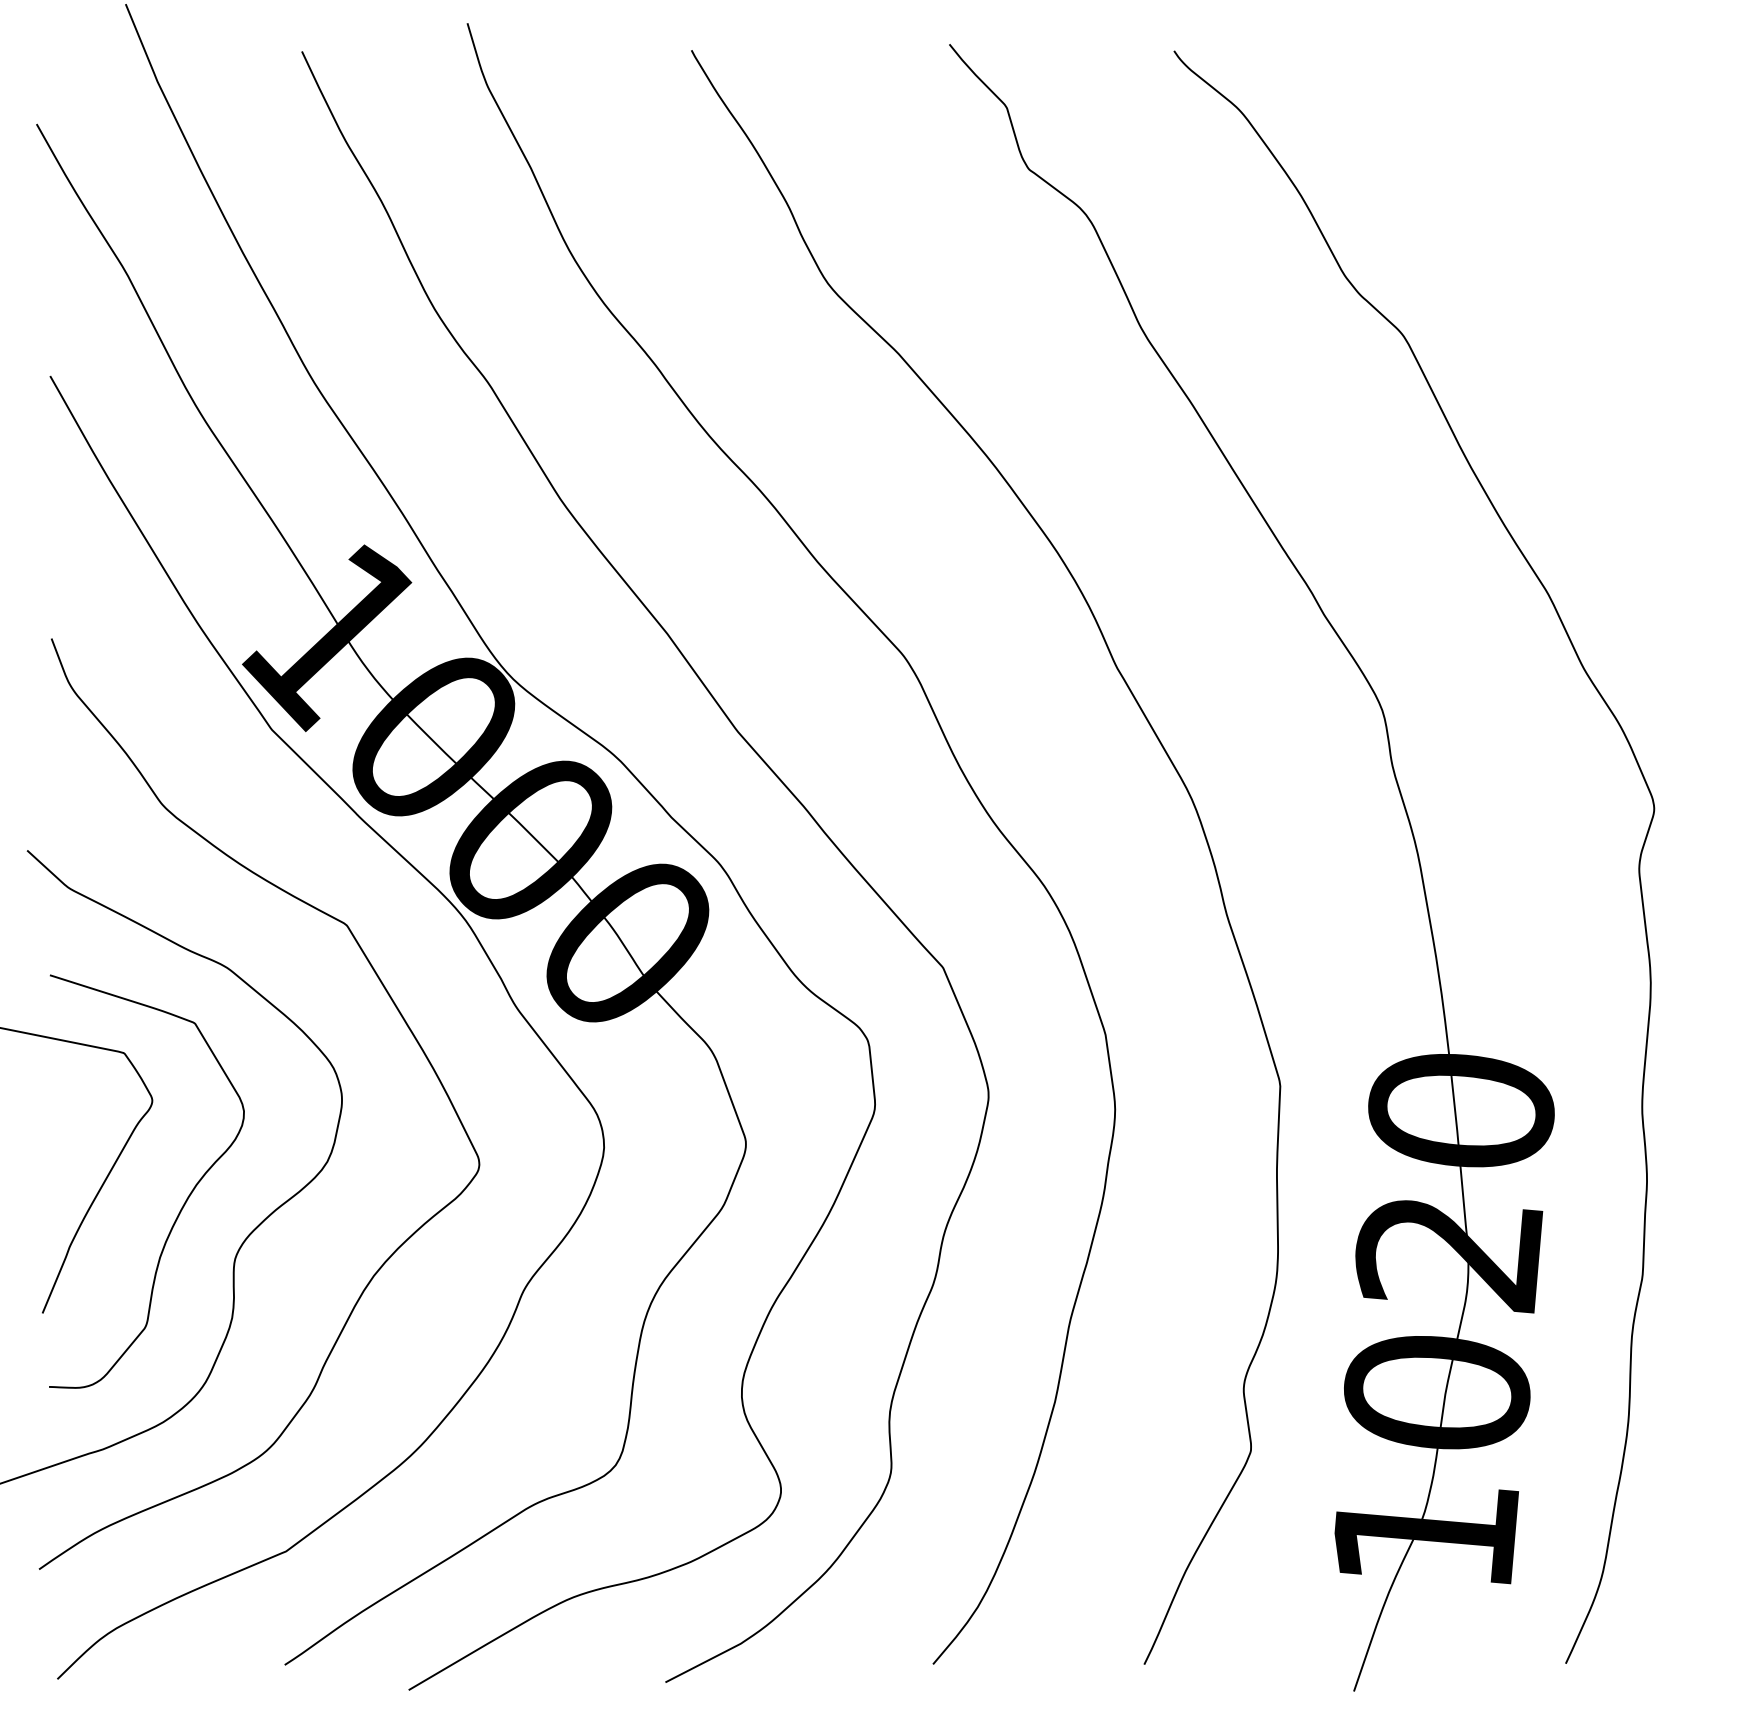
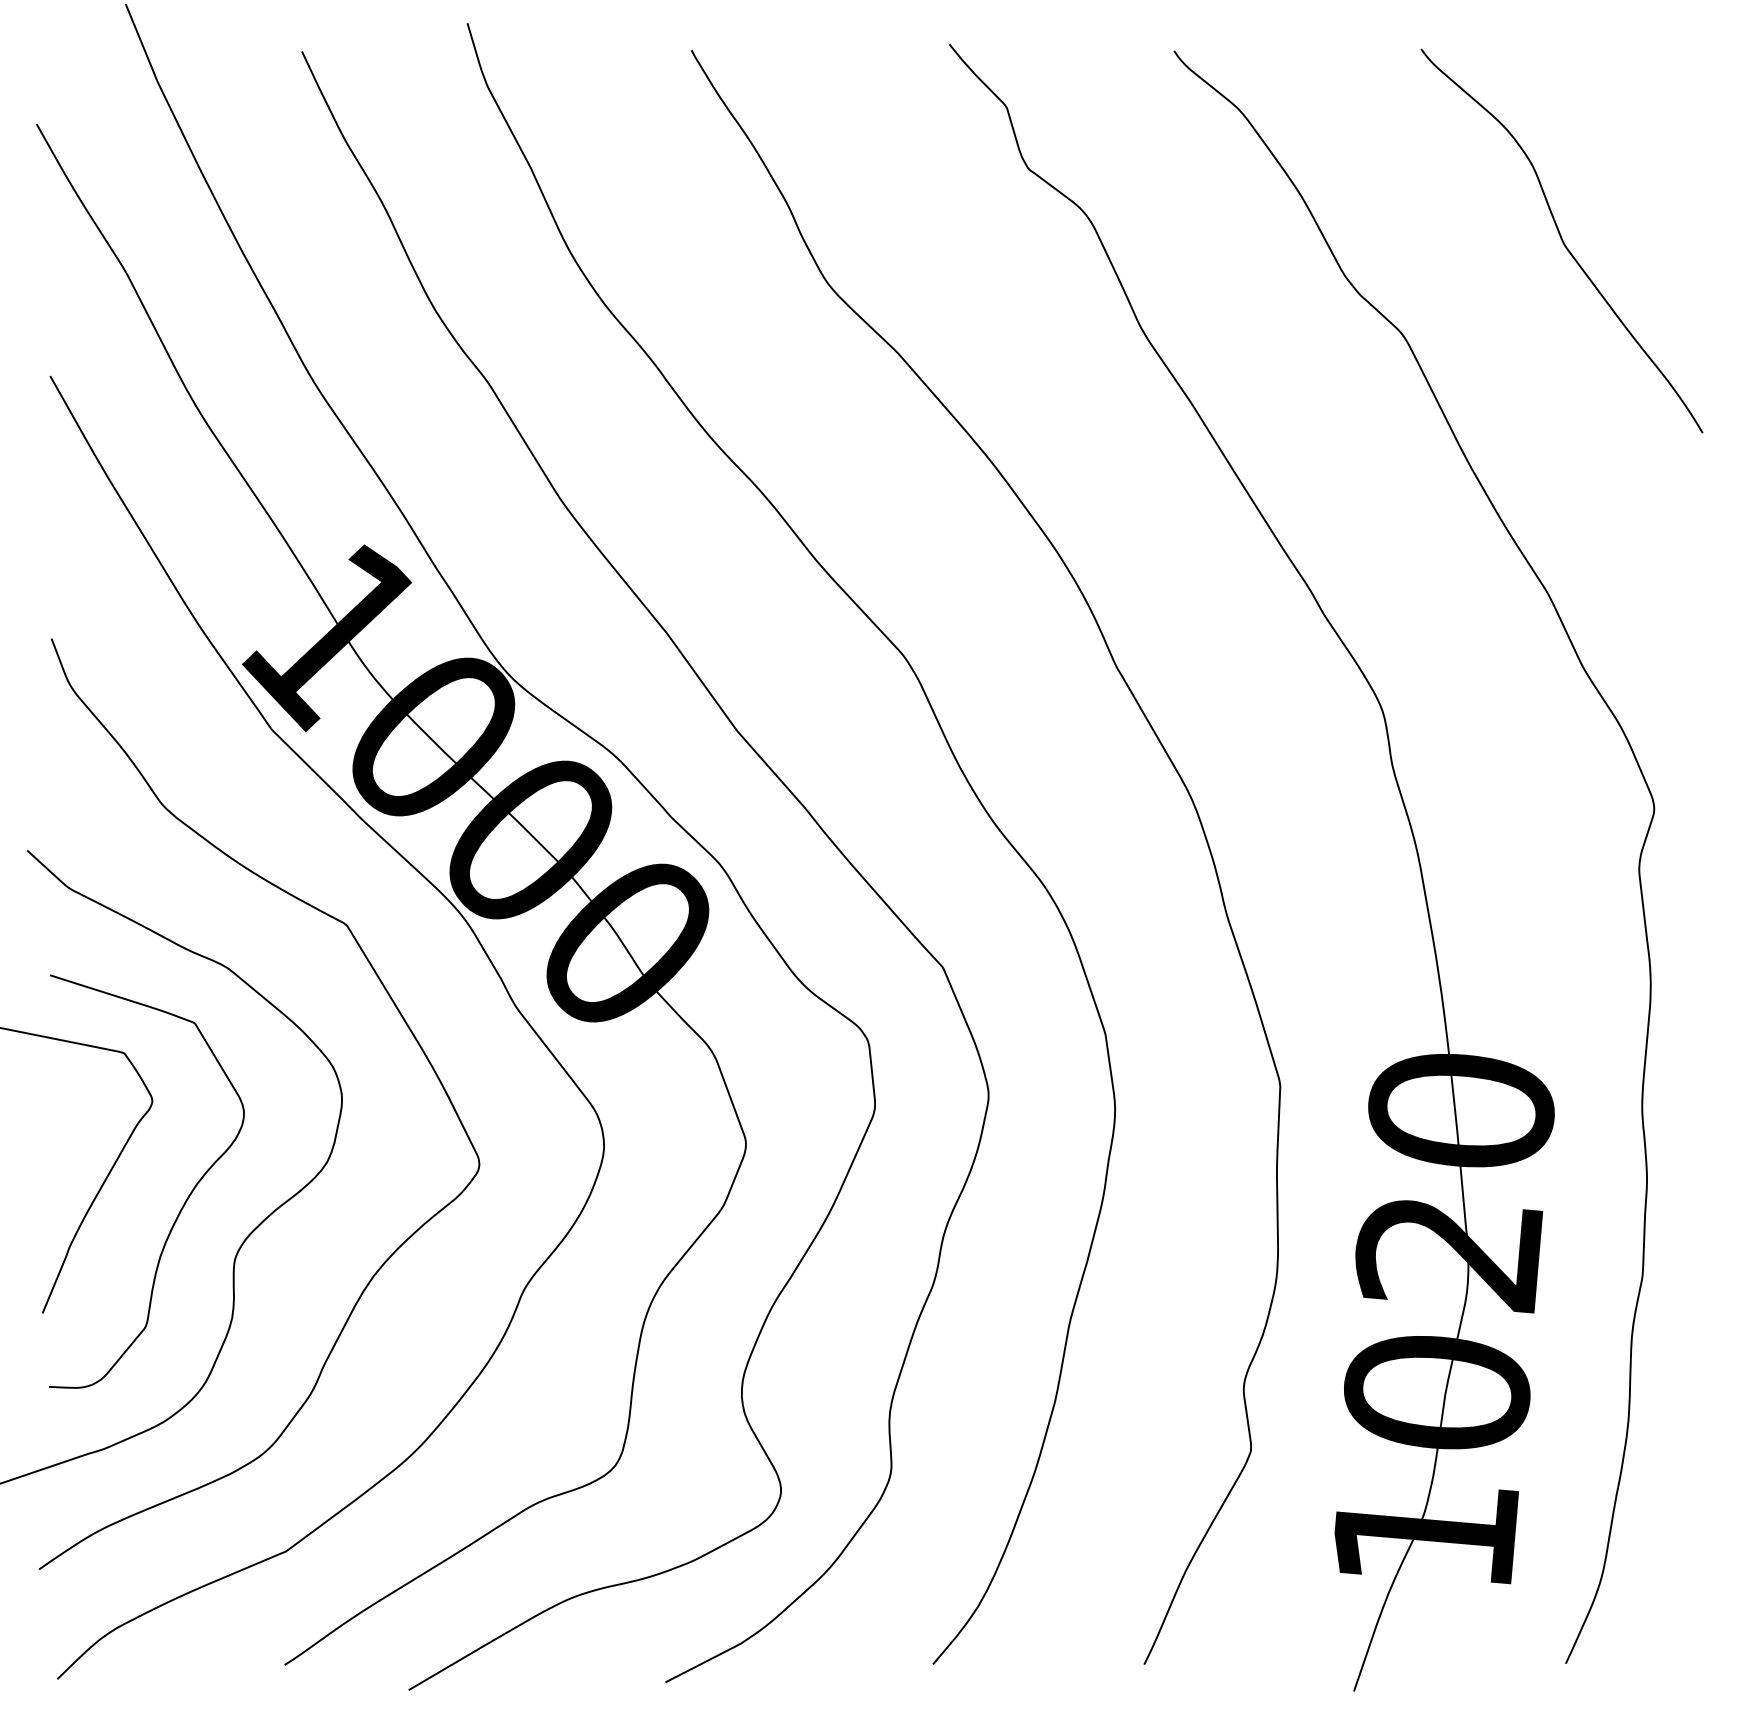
curve at (1561, 240): none -> present
